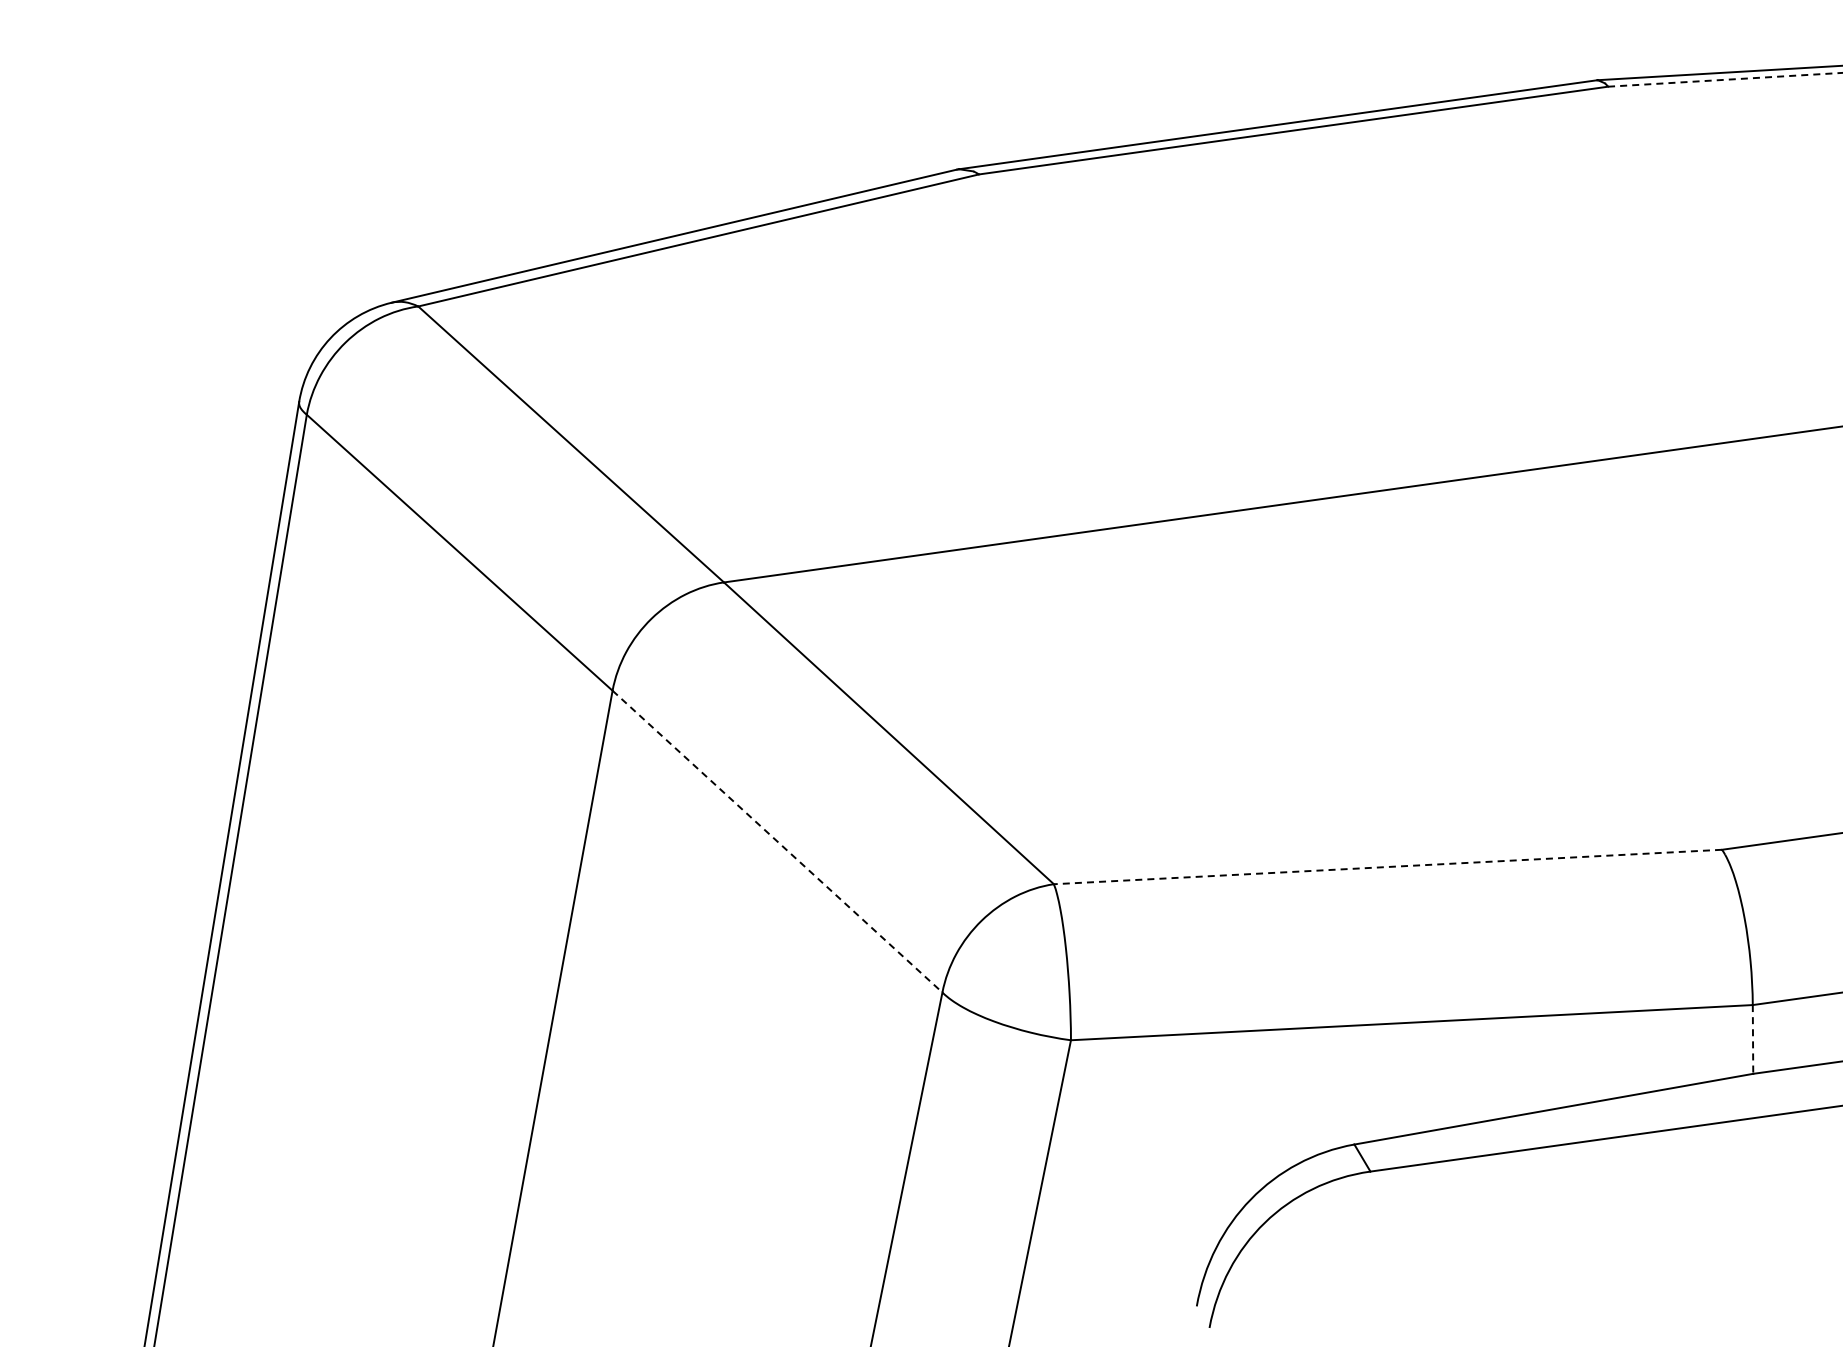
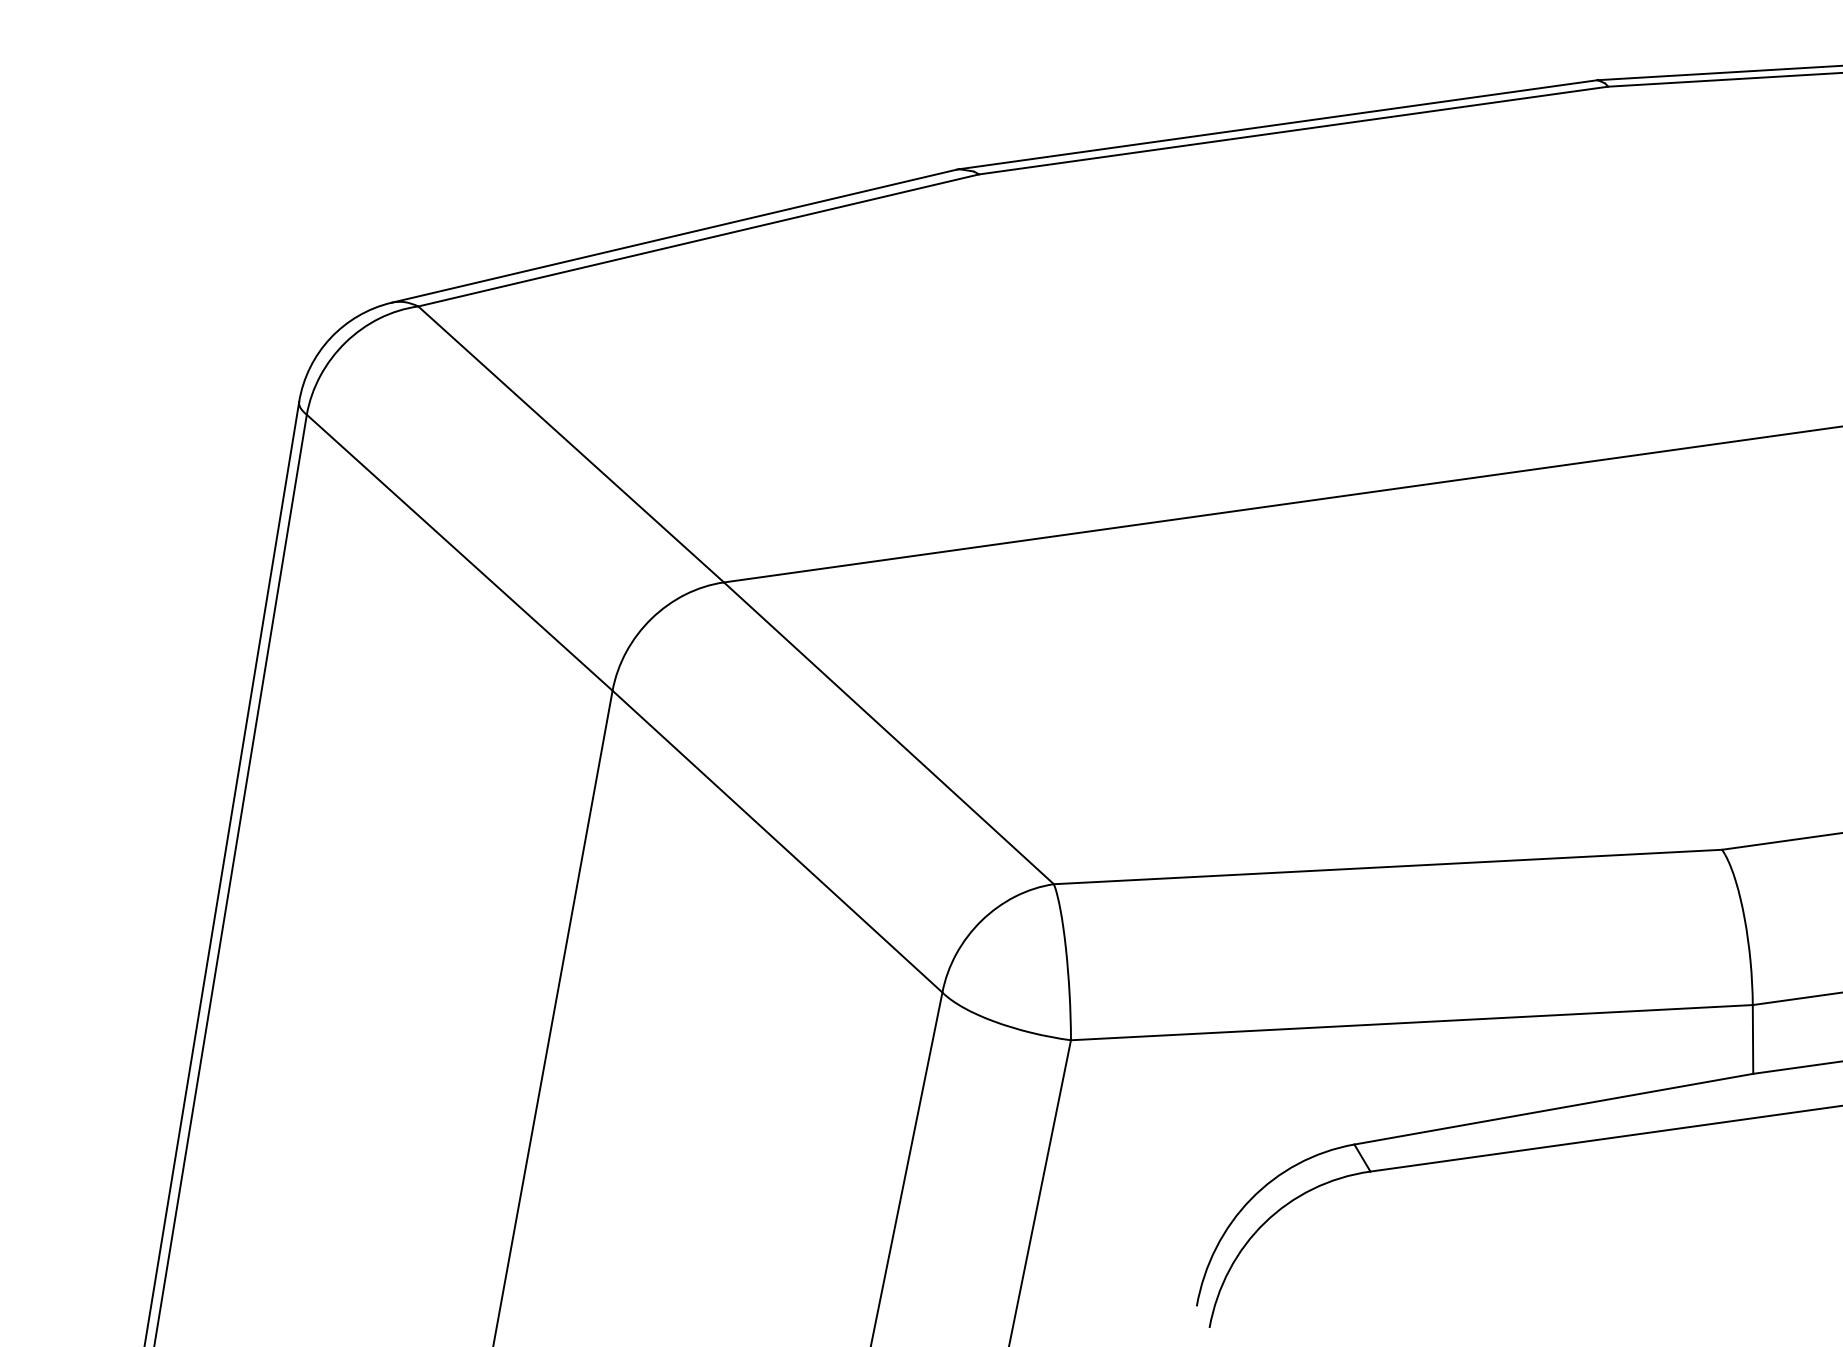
line at (1725, 79): dashed -> solid
line at (777, 841): dashed -> solid
line at (1387, 867): dashed -> solid
line at (1753, 1039): dashed -> solid
